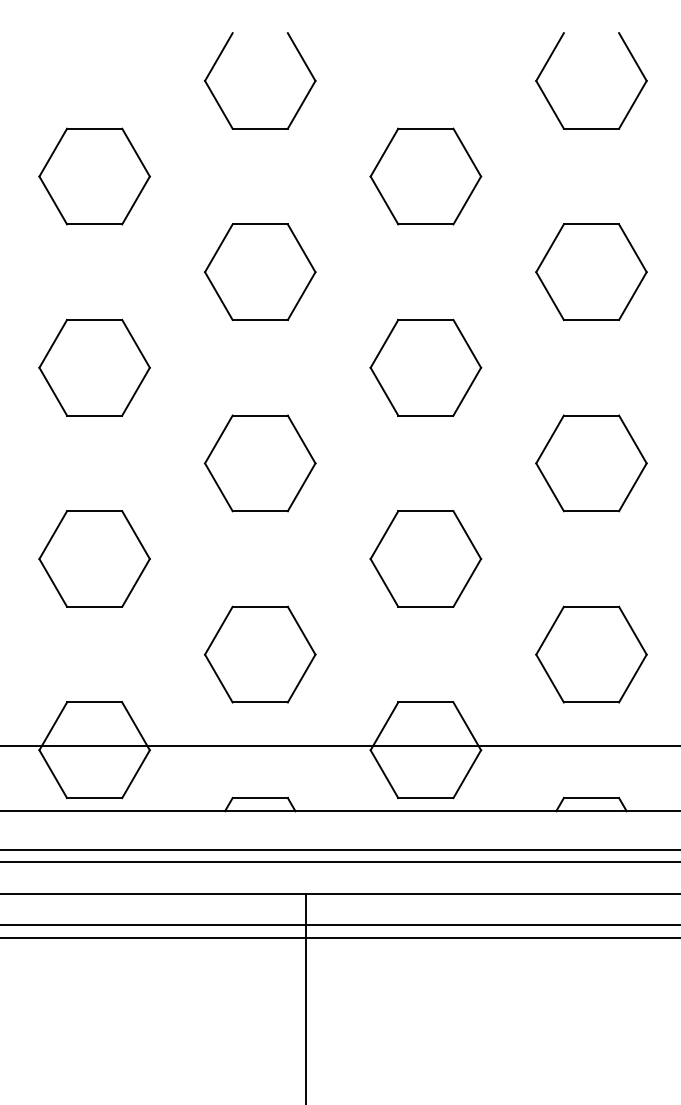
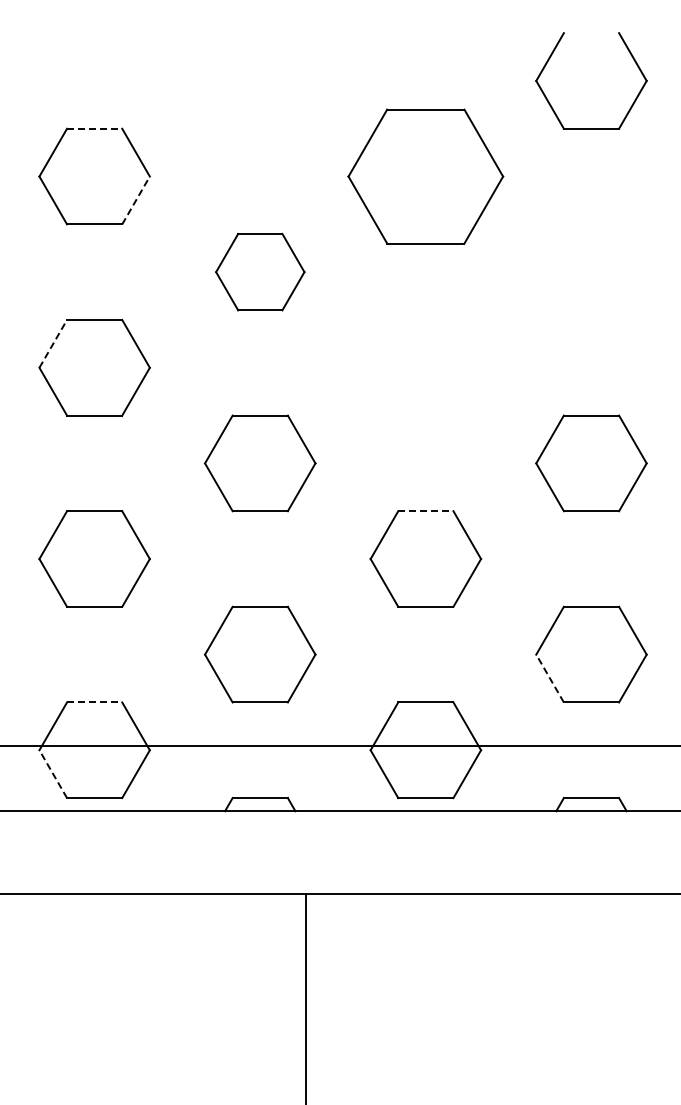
part at (300, 57): present -> none
line at (94, 128): solid -> dashed
part at (425, 176) size: 114x99 px -> 158x137 px
line at (136, 200): solid -> dashed
part at (260, 271) size: 113x98 px -> 91x80 px
part at (591, 271): present -> none
line at (53, 343): solid -> dashed
part at (425, 367): present -> none
line at (425, 511): solid -> dashed
line at (550, 678): solid -> dashed
line at (94, 702): solid -> dashed
line at (53, 774): solid -> dashed
line at (339, 849): present -> none
line at (339, 862): present -> none
line at (339, 924): present -> none
line at (339, 937): present -> none
